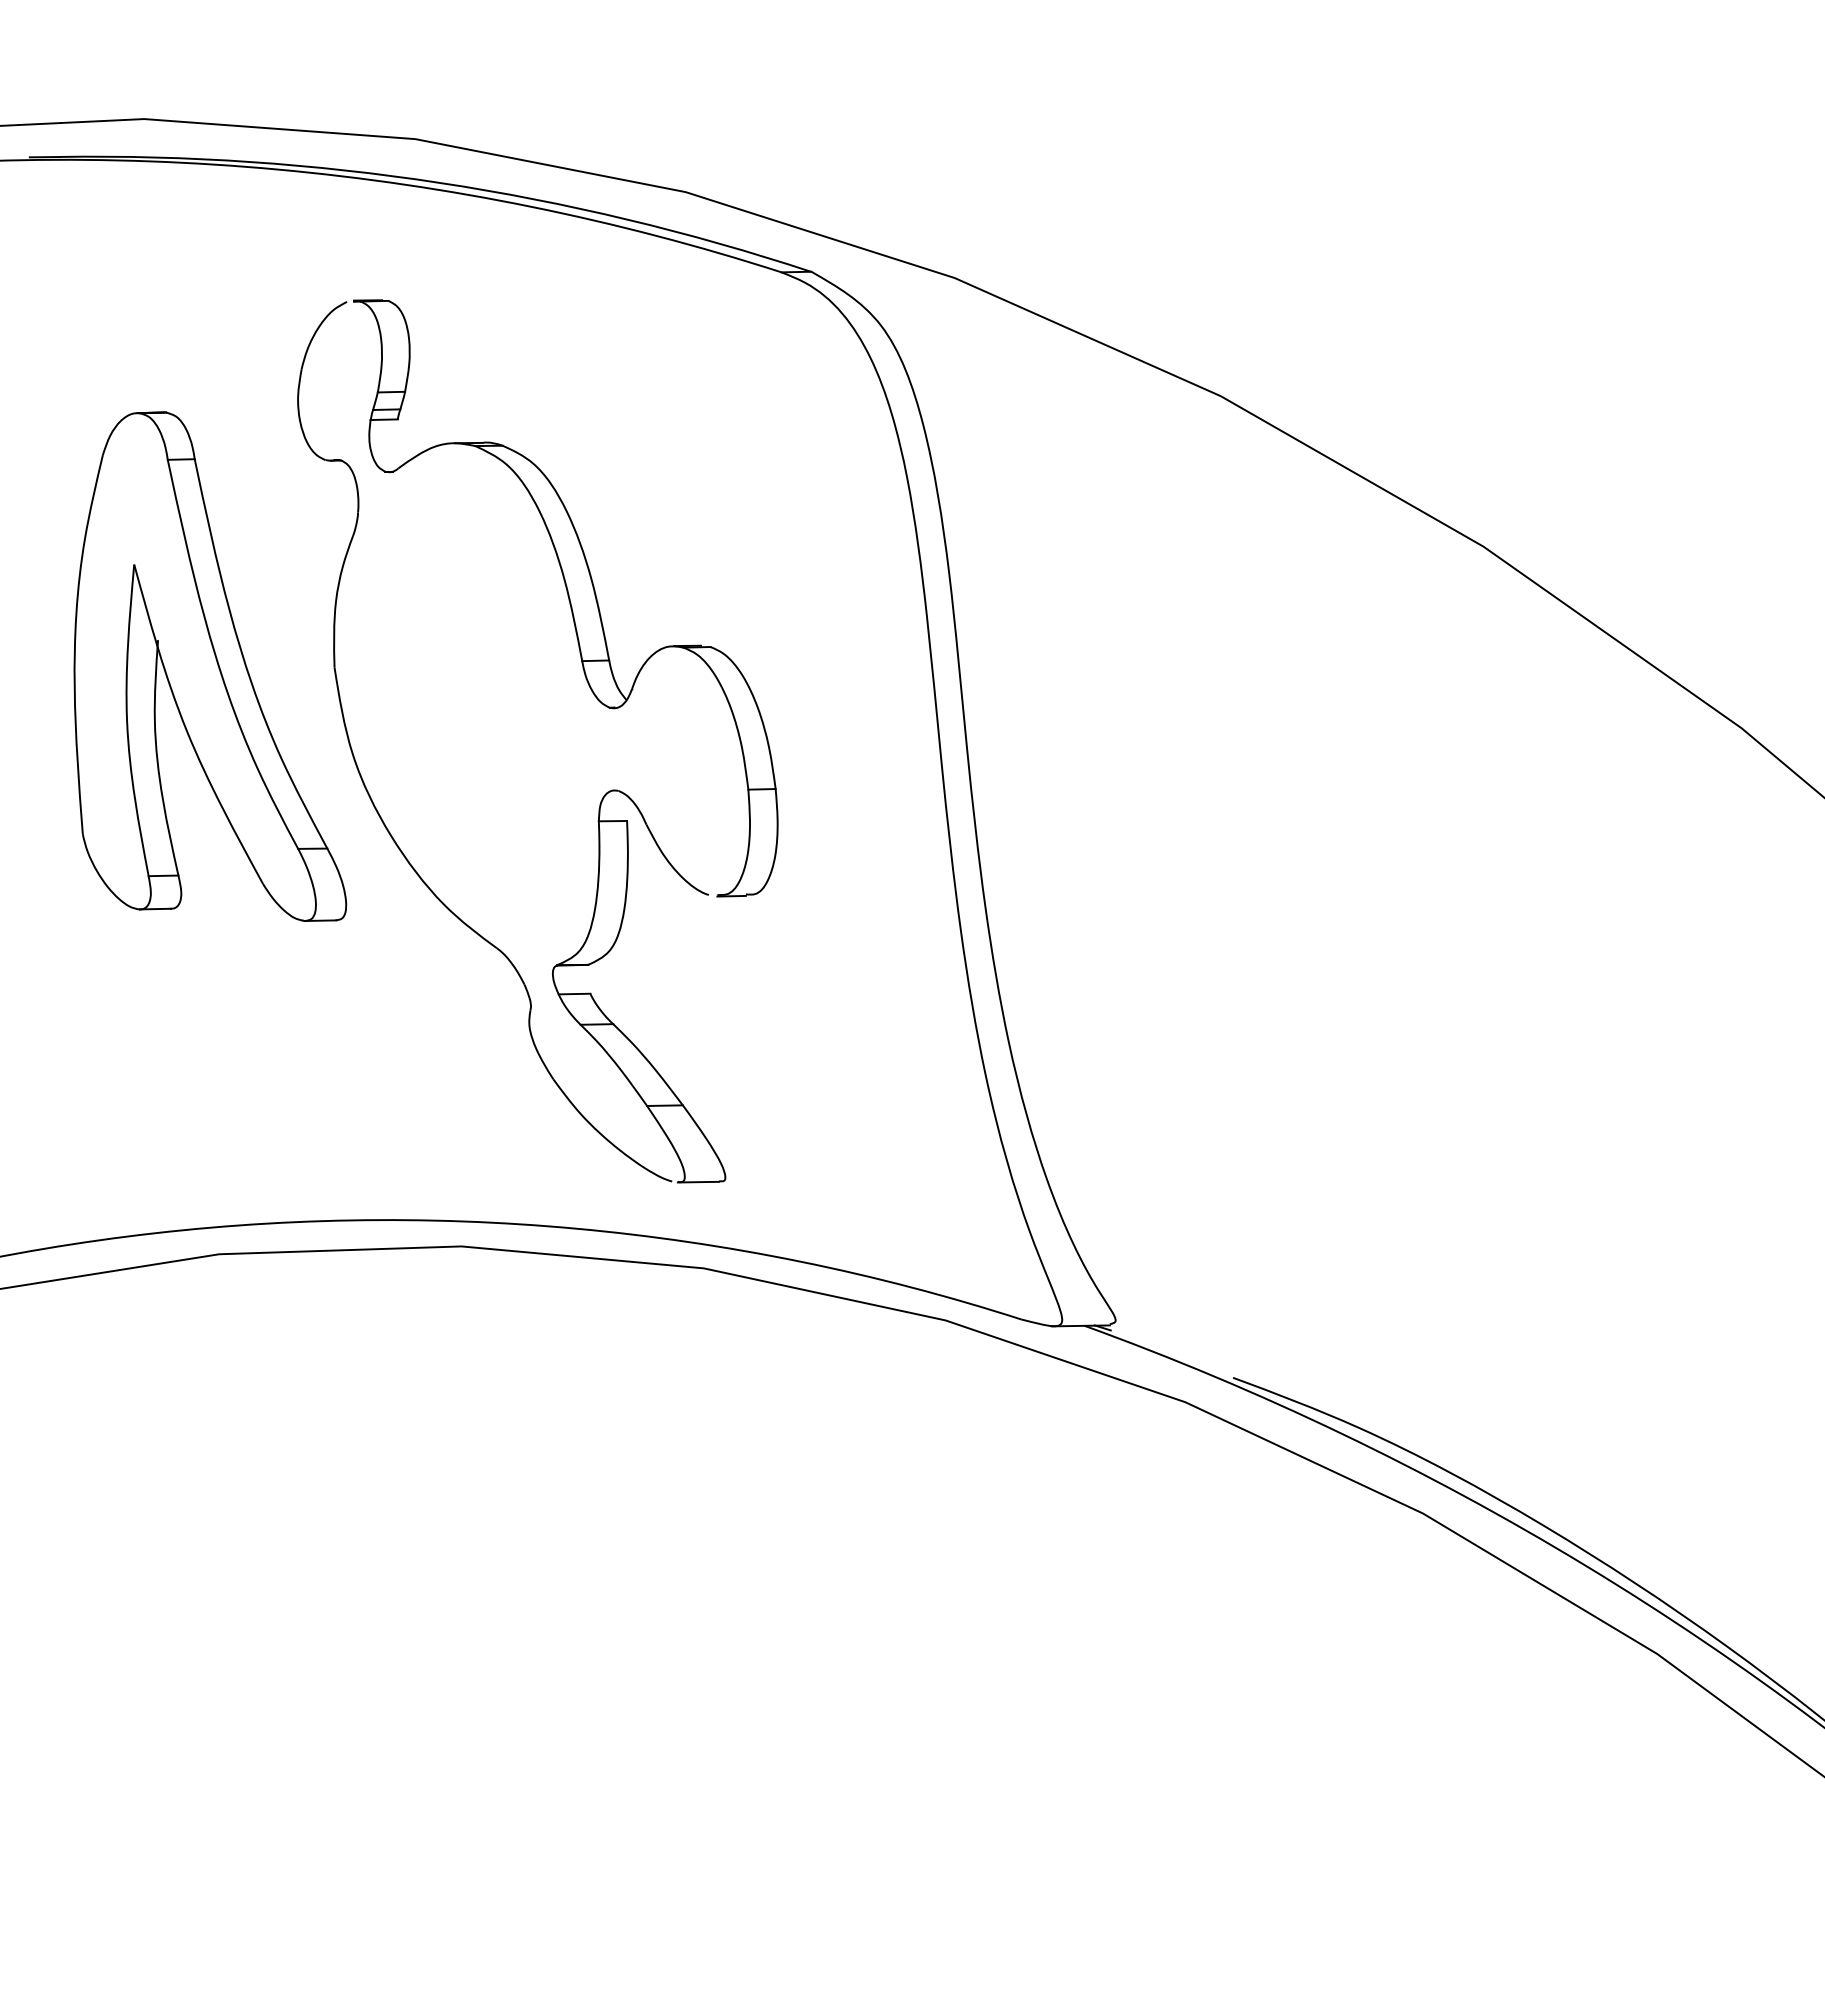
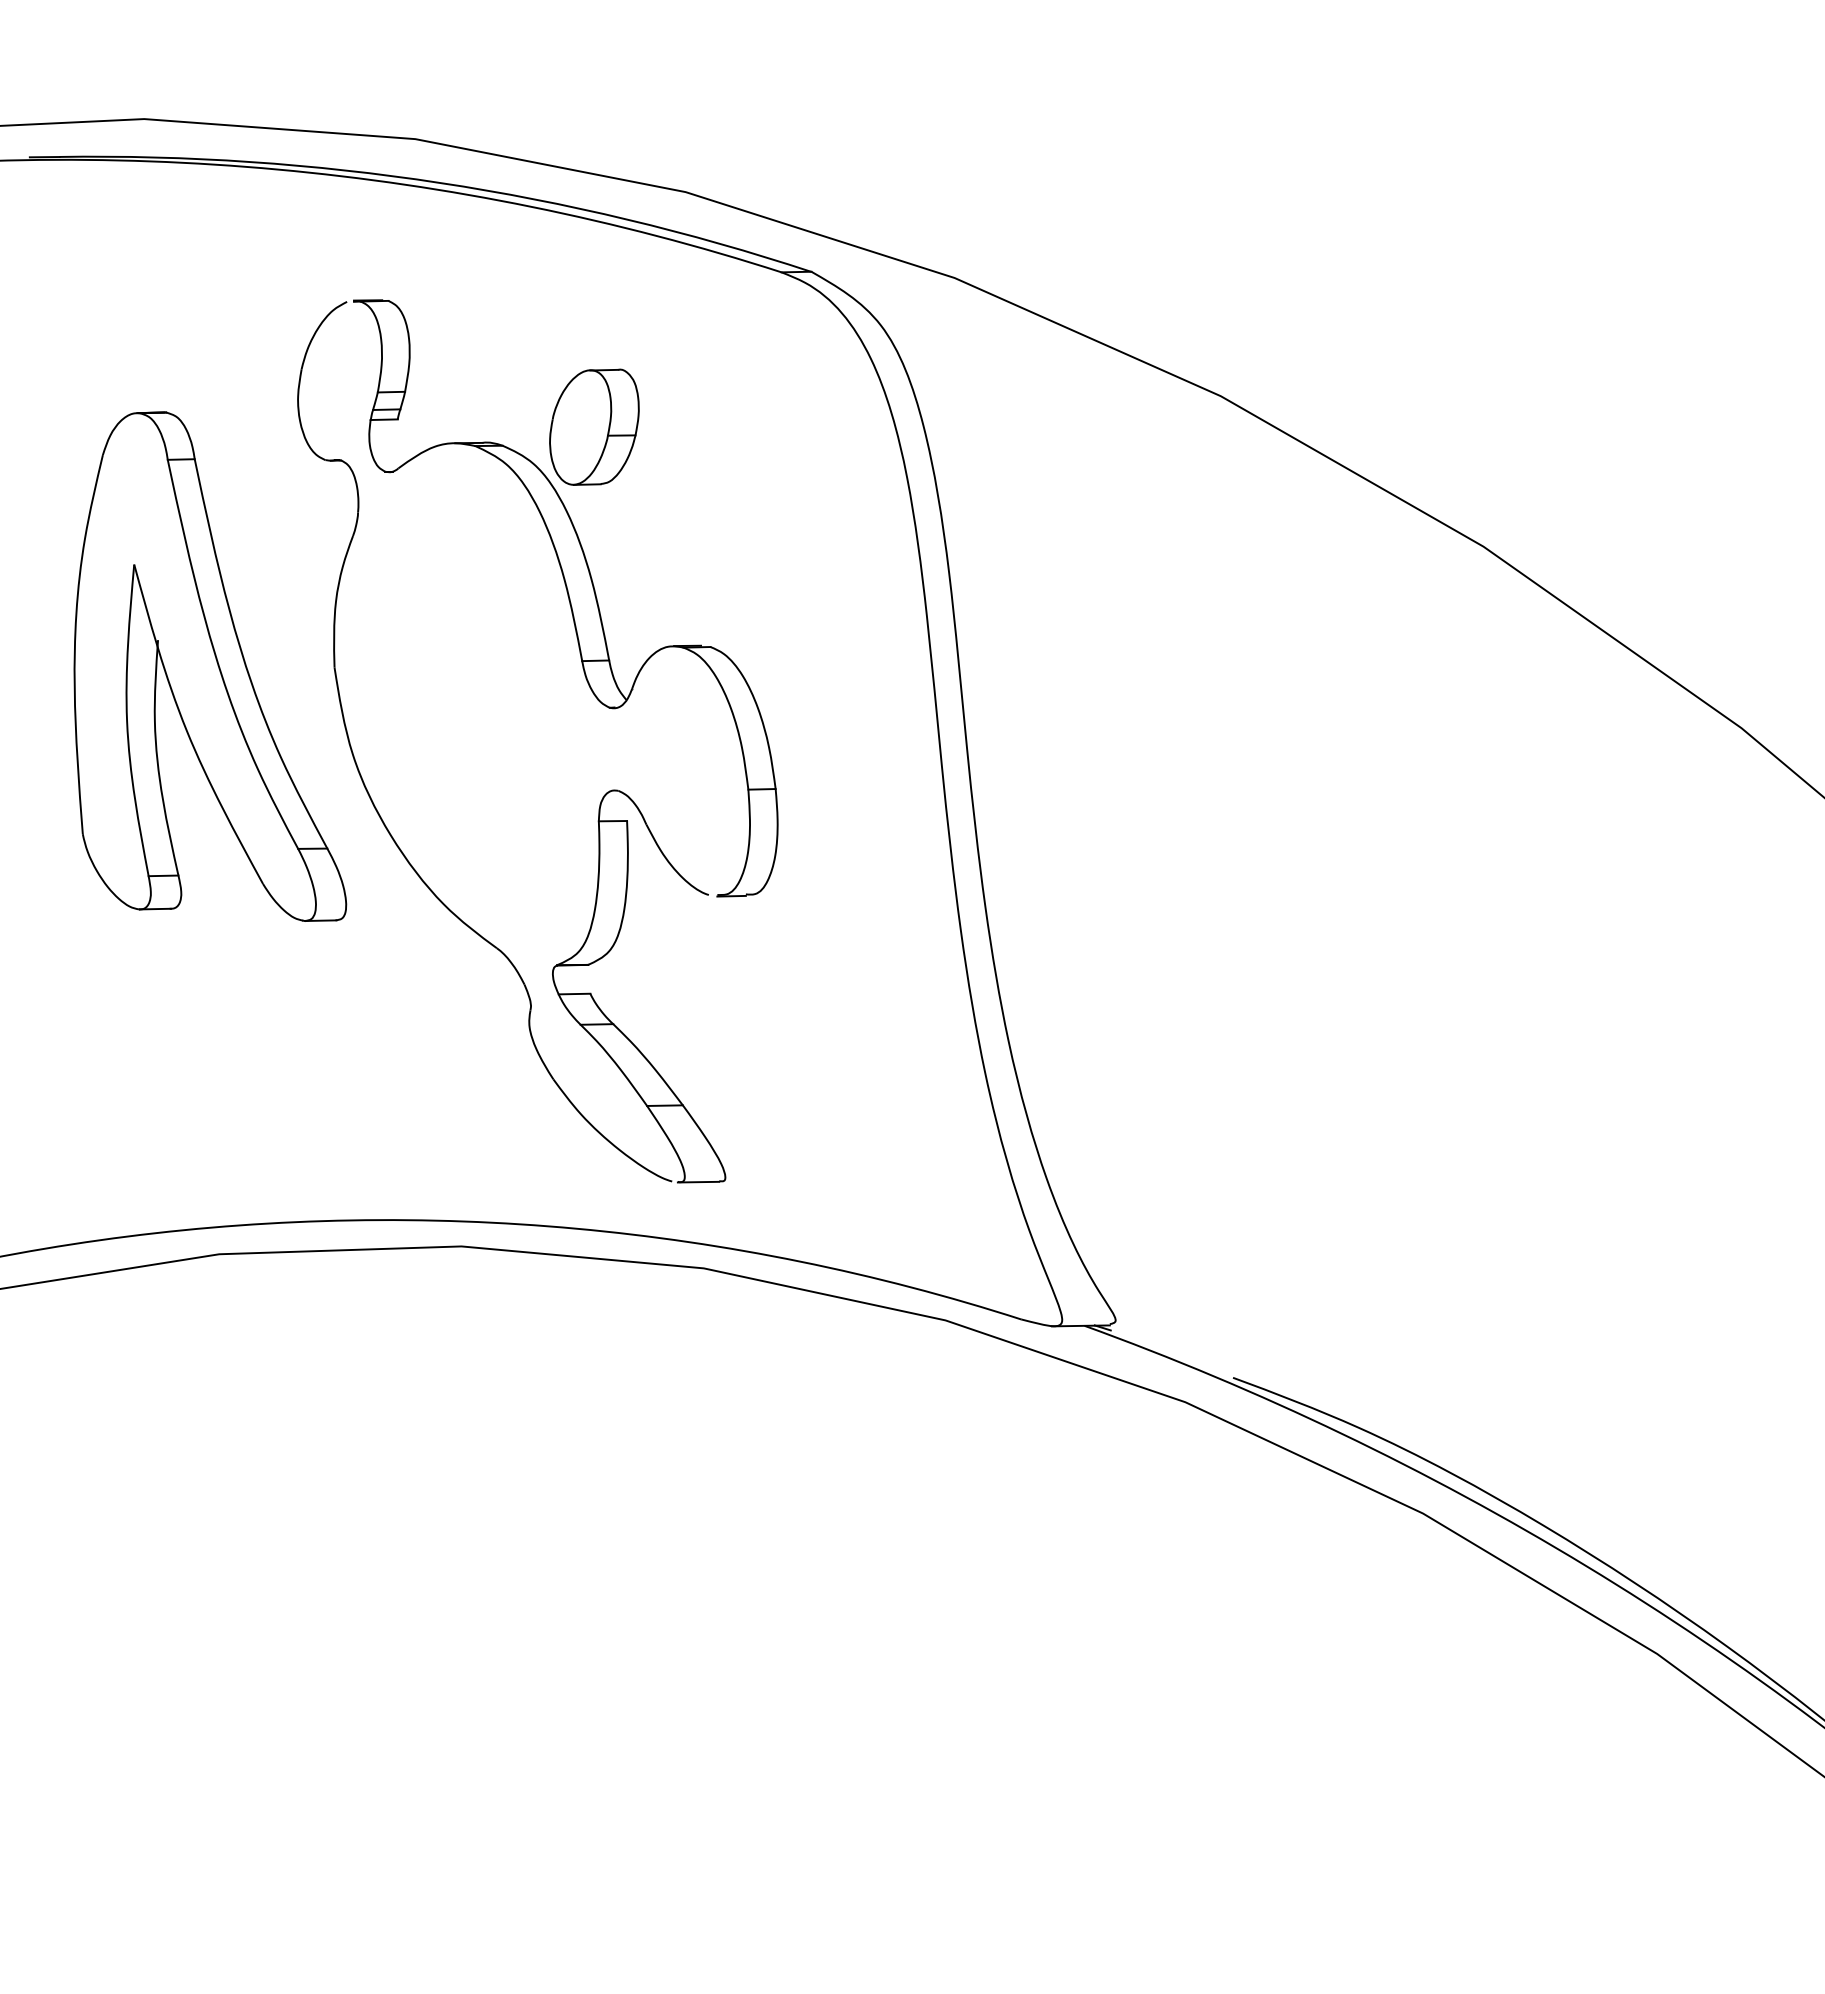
part at (594, 426): none -> present
